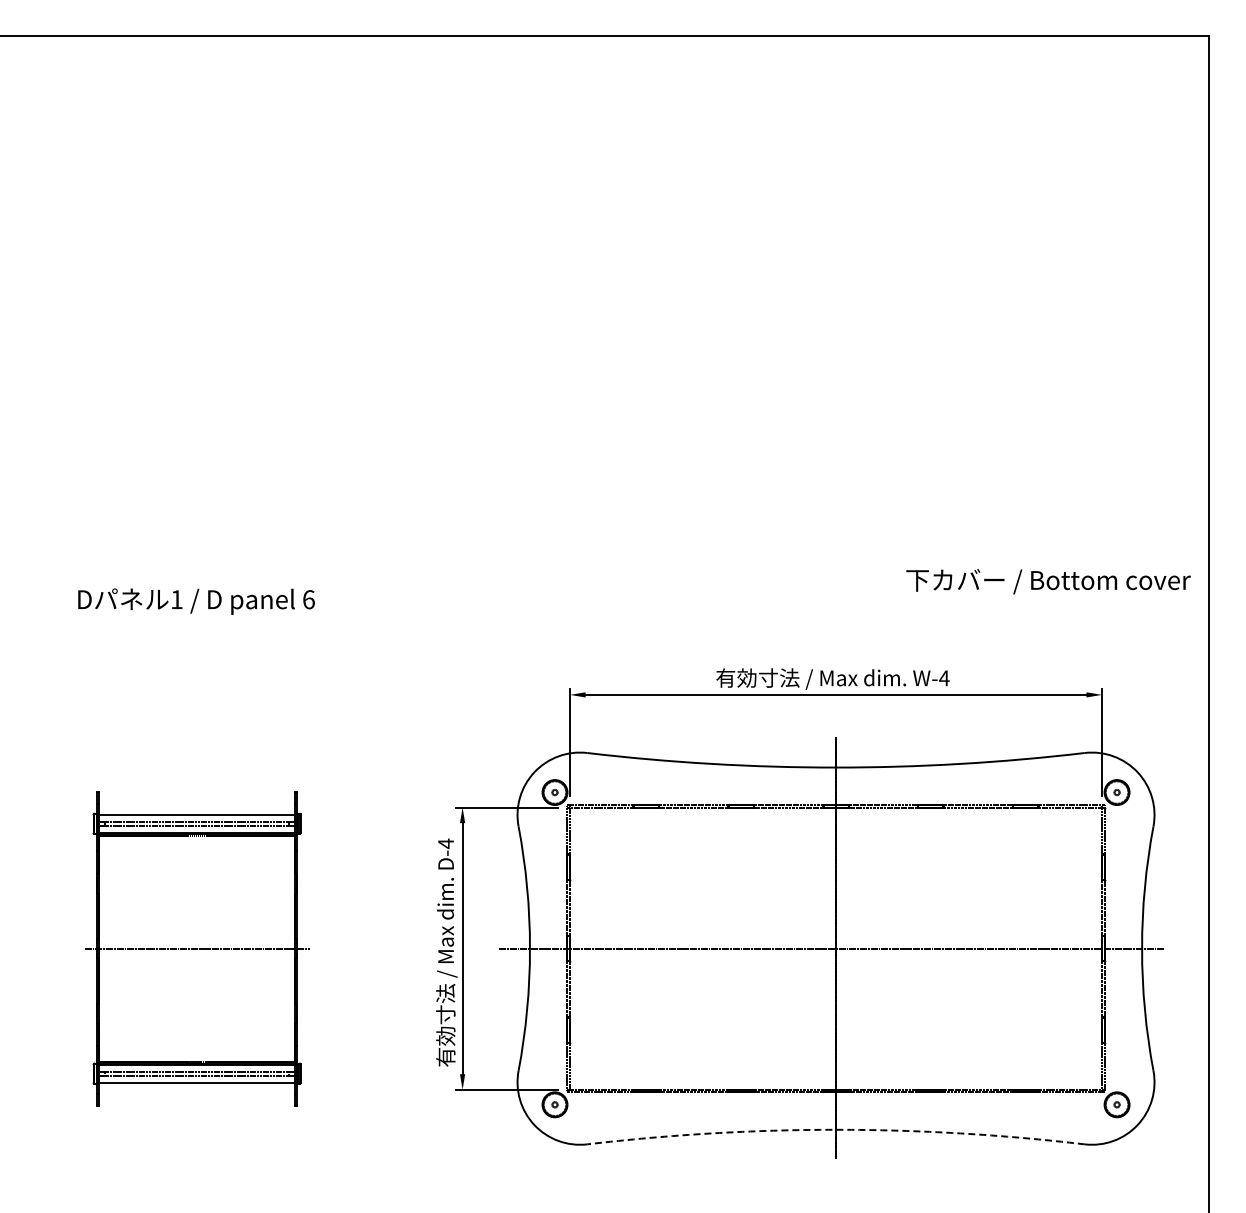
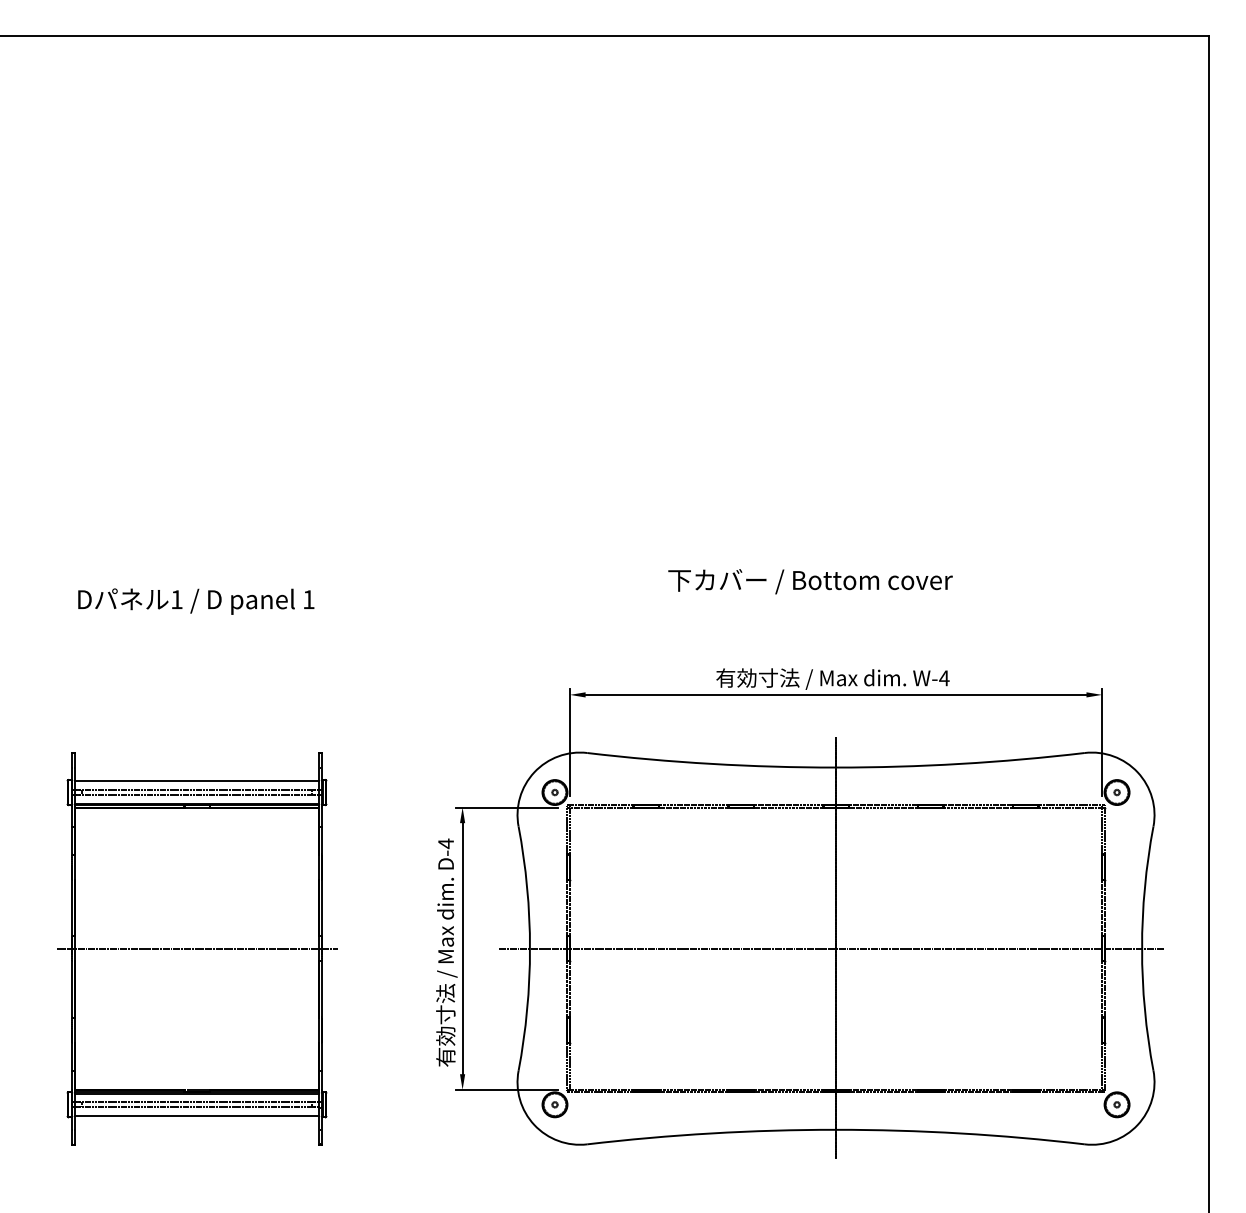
text at (1048, 581) position: (1048, 581) -> (810, 581)
text at (308, 599): 6 -> 1
part at (197, 948) size: 225x316 px -> 281x394 px
arc at (836, 1129): dashed -> solid
